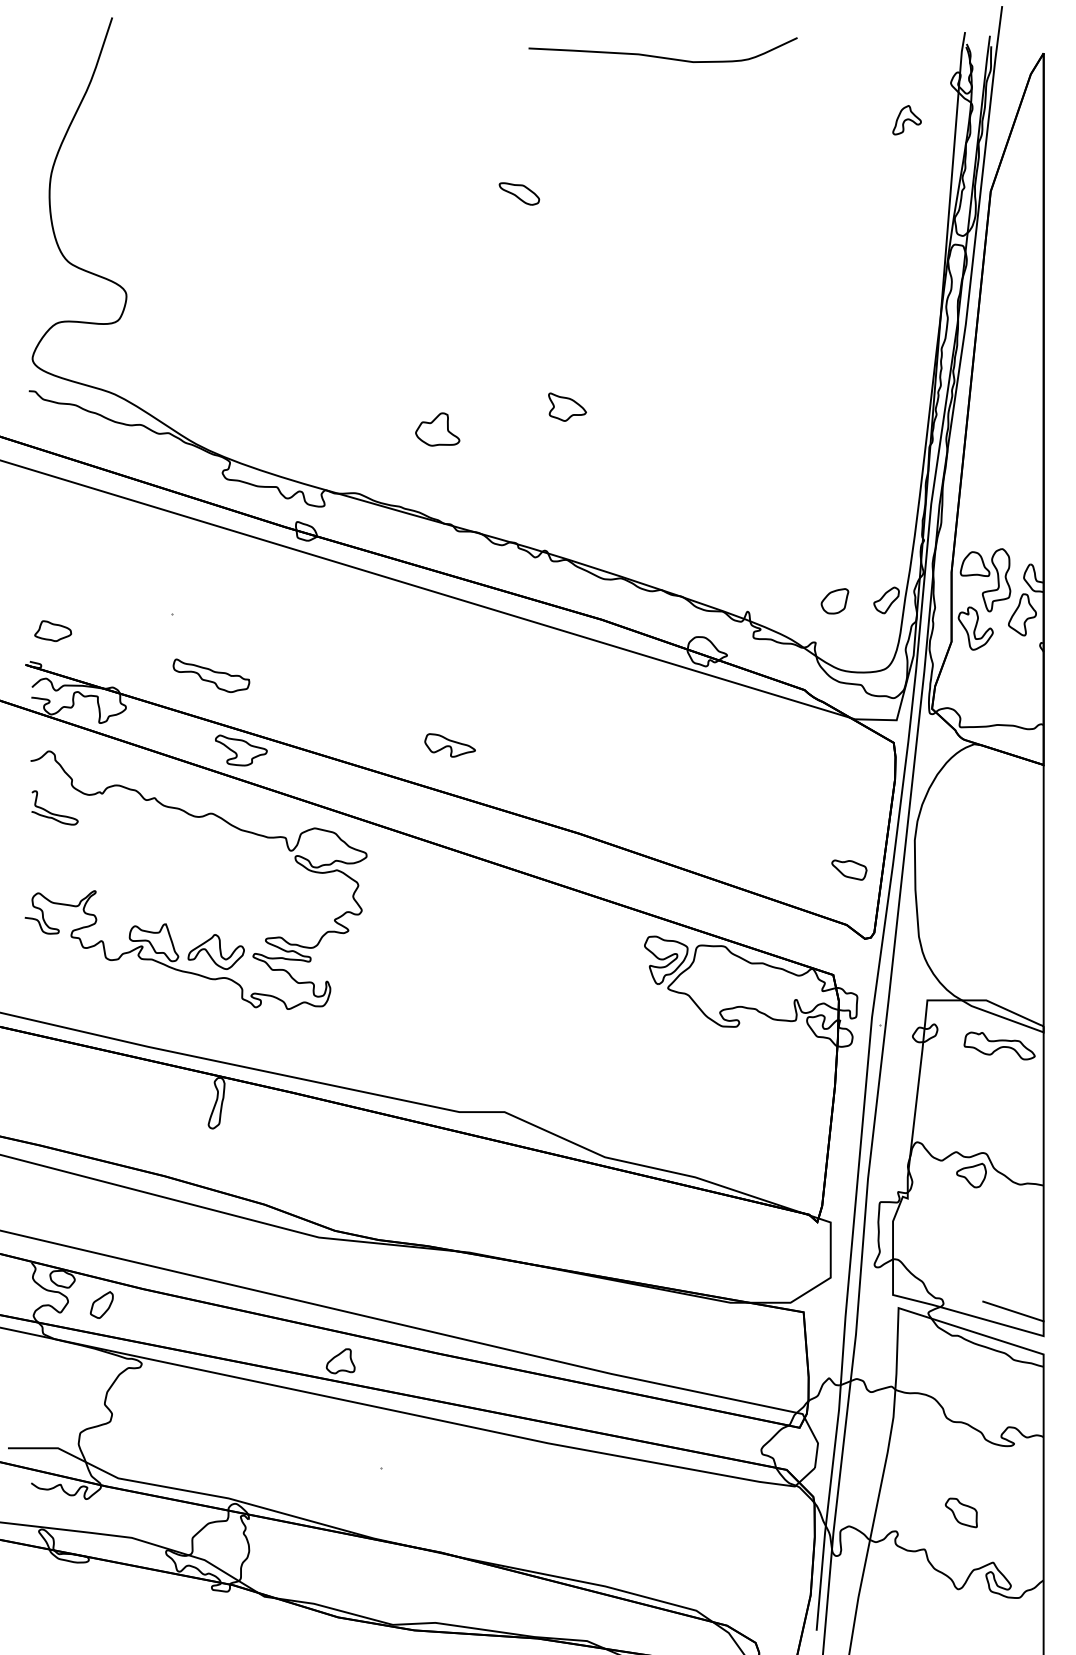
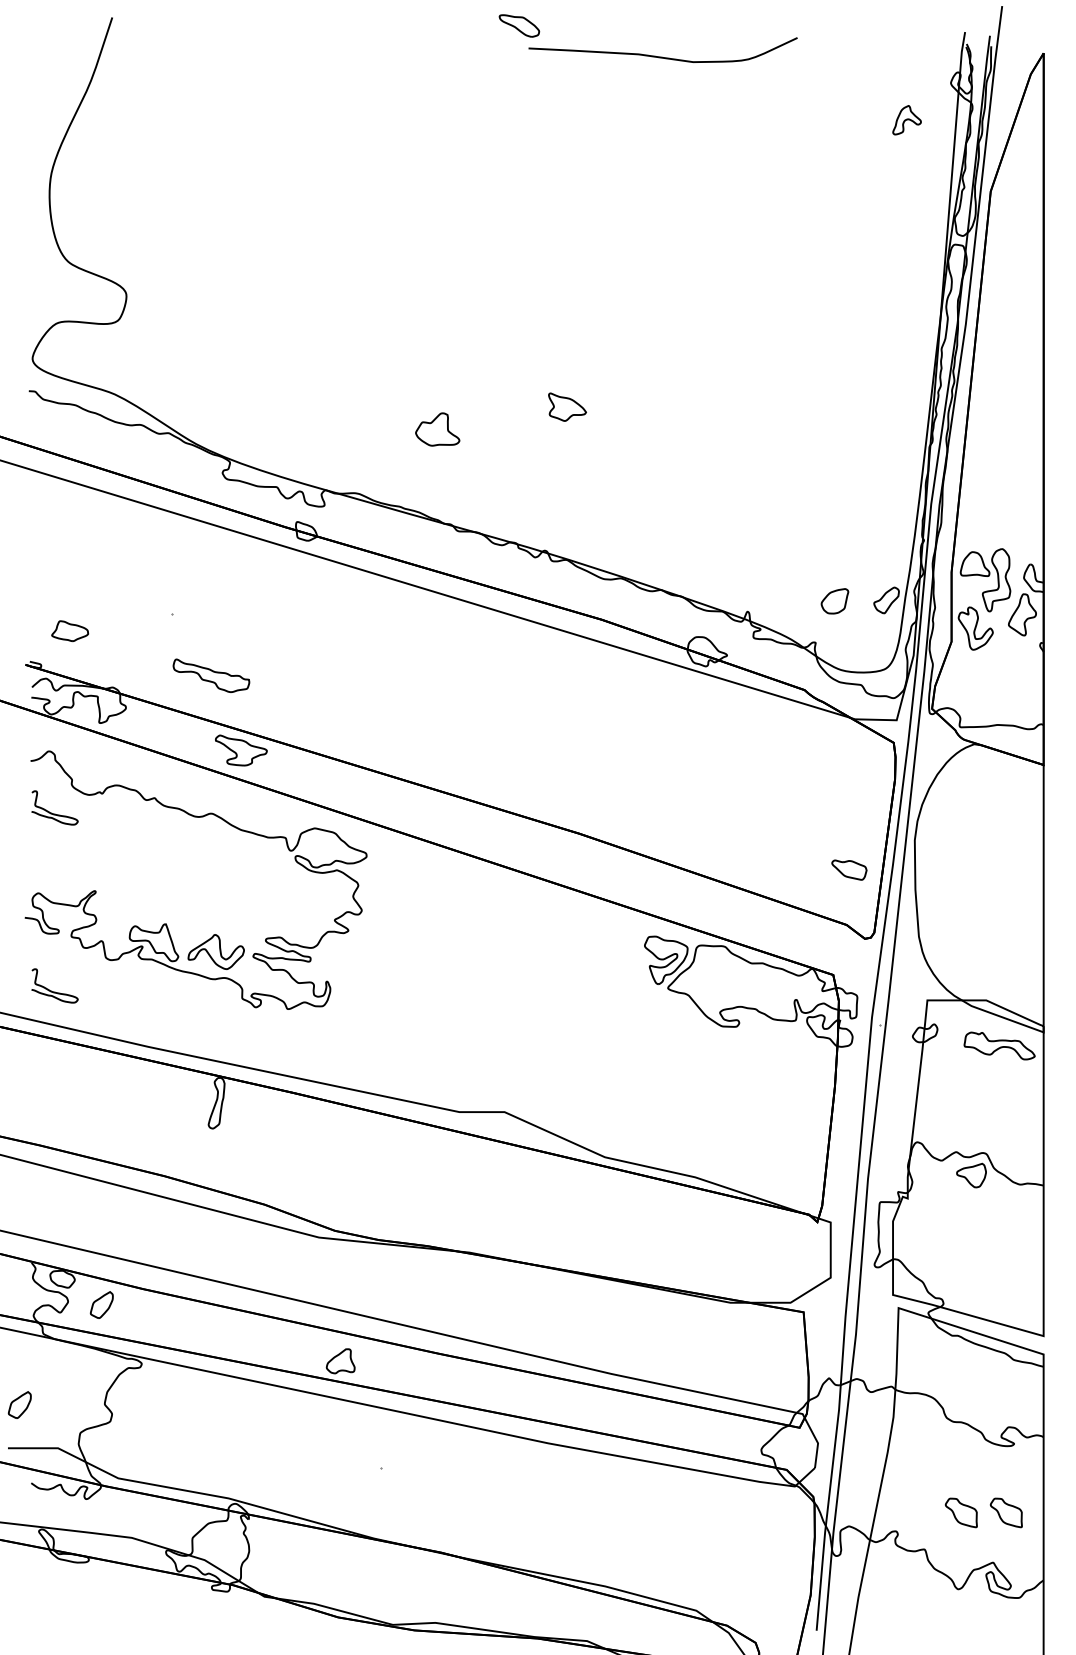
part at (519, 193) position: (519, 193) -> (519, 25)
part at (53, 631) position: (53, 631) -> (70, 631)
part at (449, 745): present -> none
curve at (51, 990): none -> present
line at (1013, 1311): present -> none
part at (19, 1404): none -> present
part at (1005, 1512): none -> present
